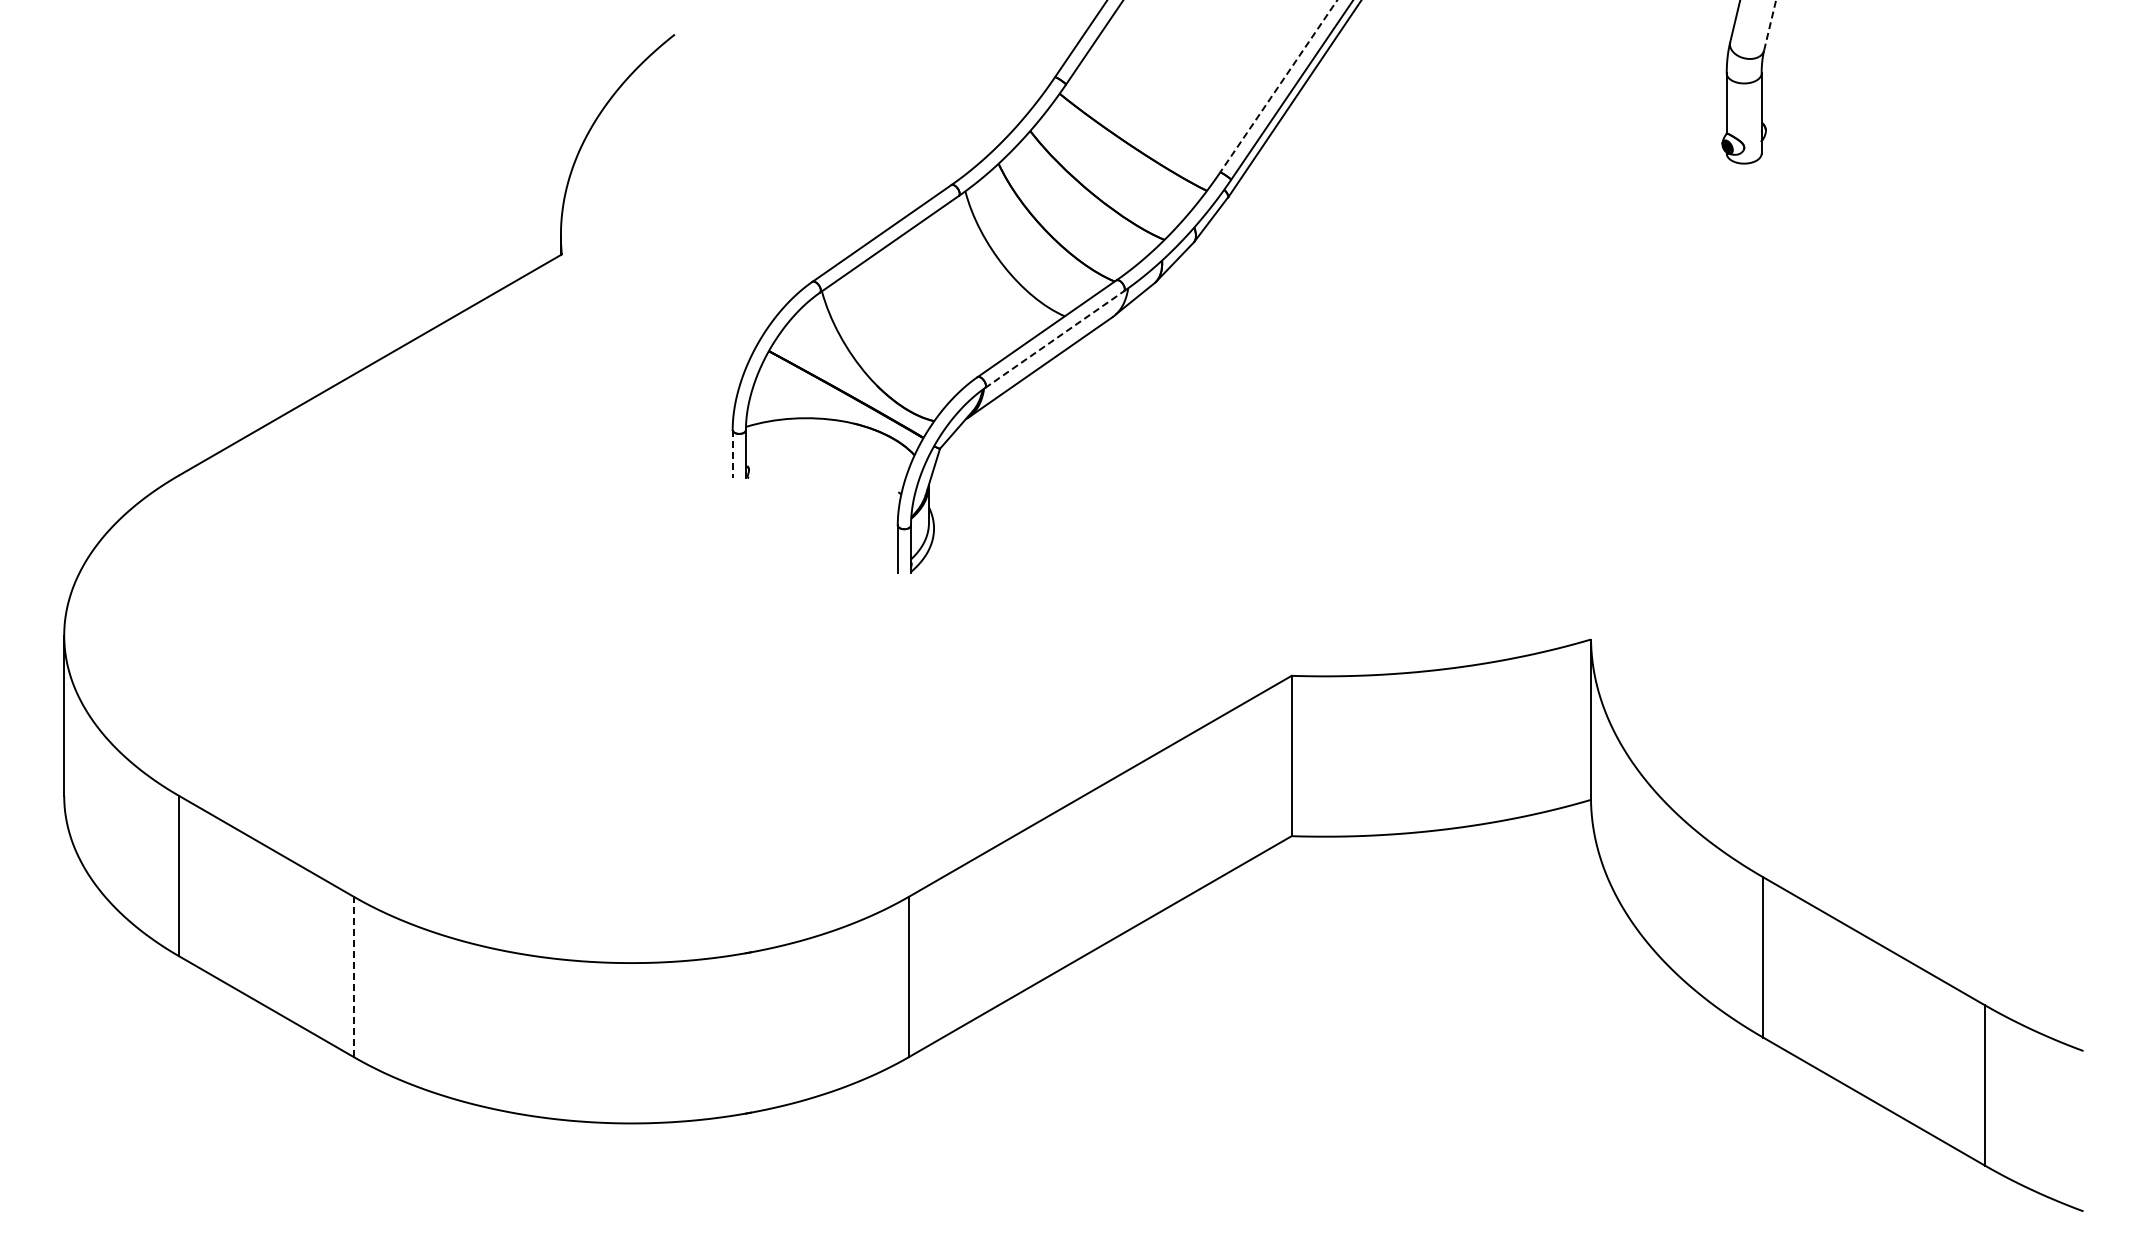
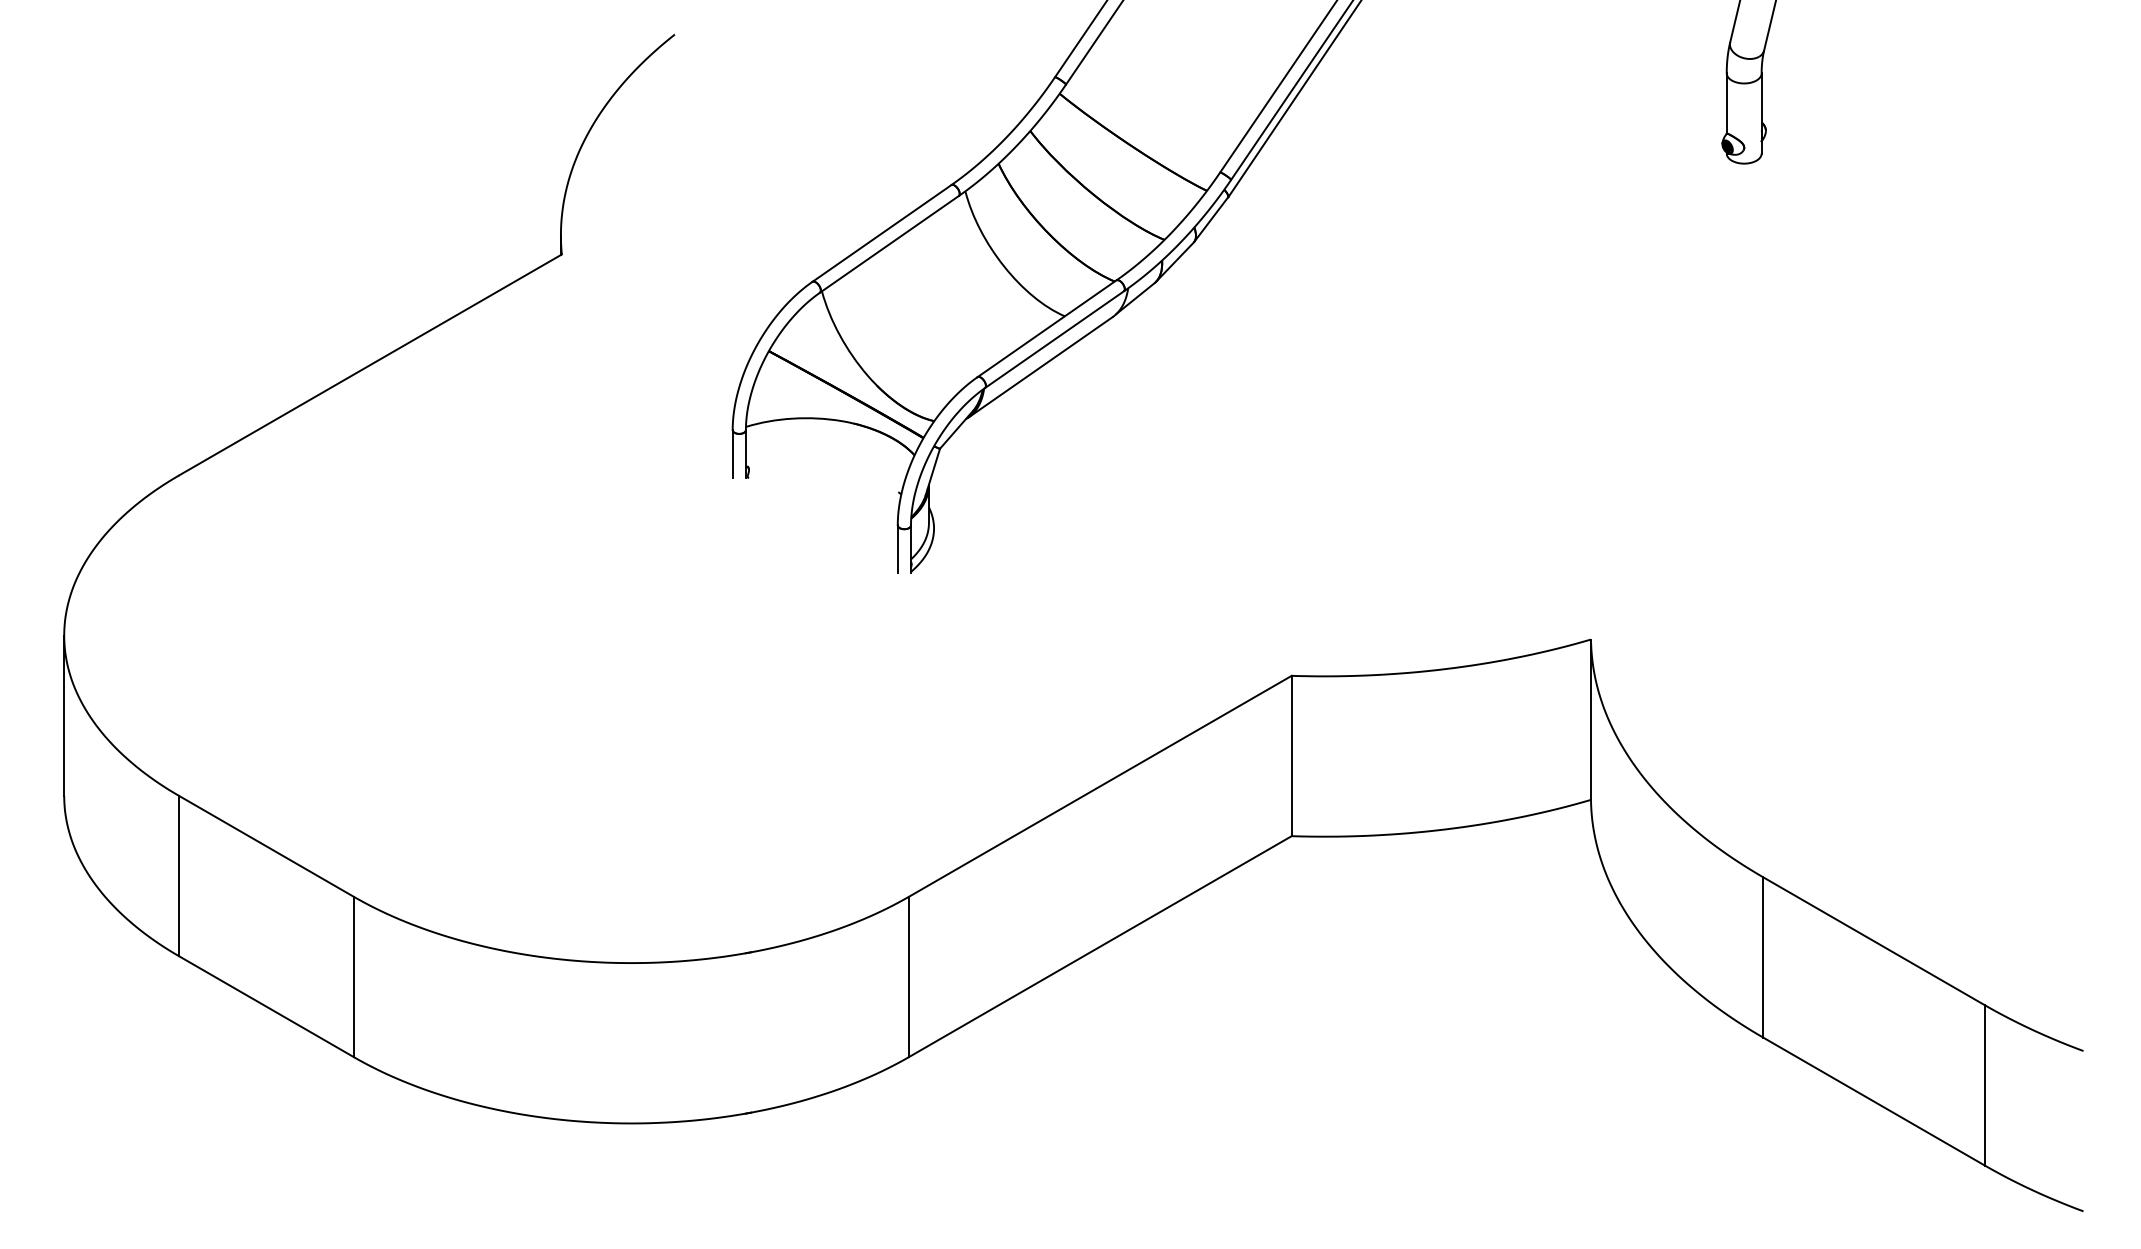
line at (1770, 25): dashed -> solid
line at (1278, 86): dashed -> solid
line at (1054, 339): dashed -> solid
line at (732, 454): dashed -> solid
line at (353, 976): dashed -> solid
